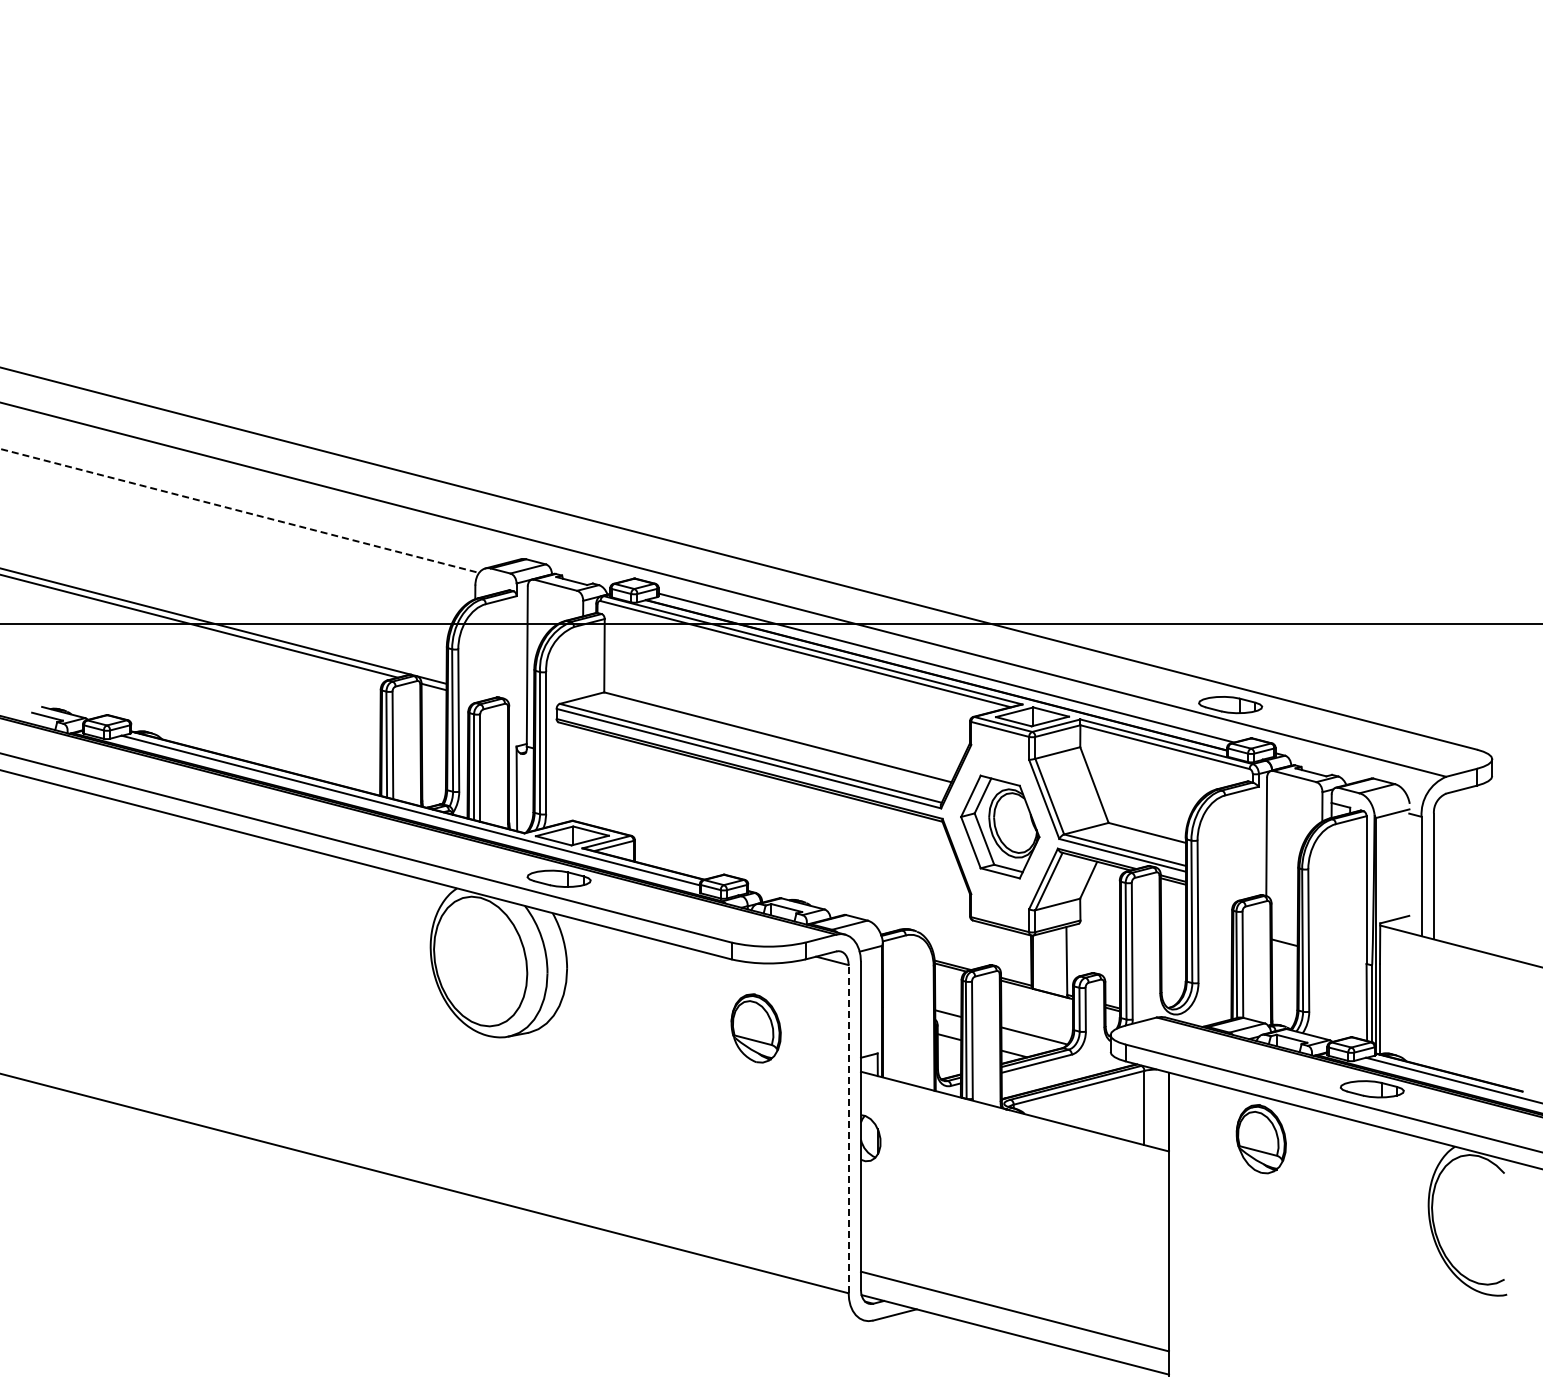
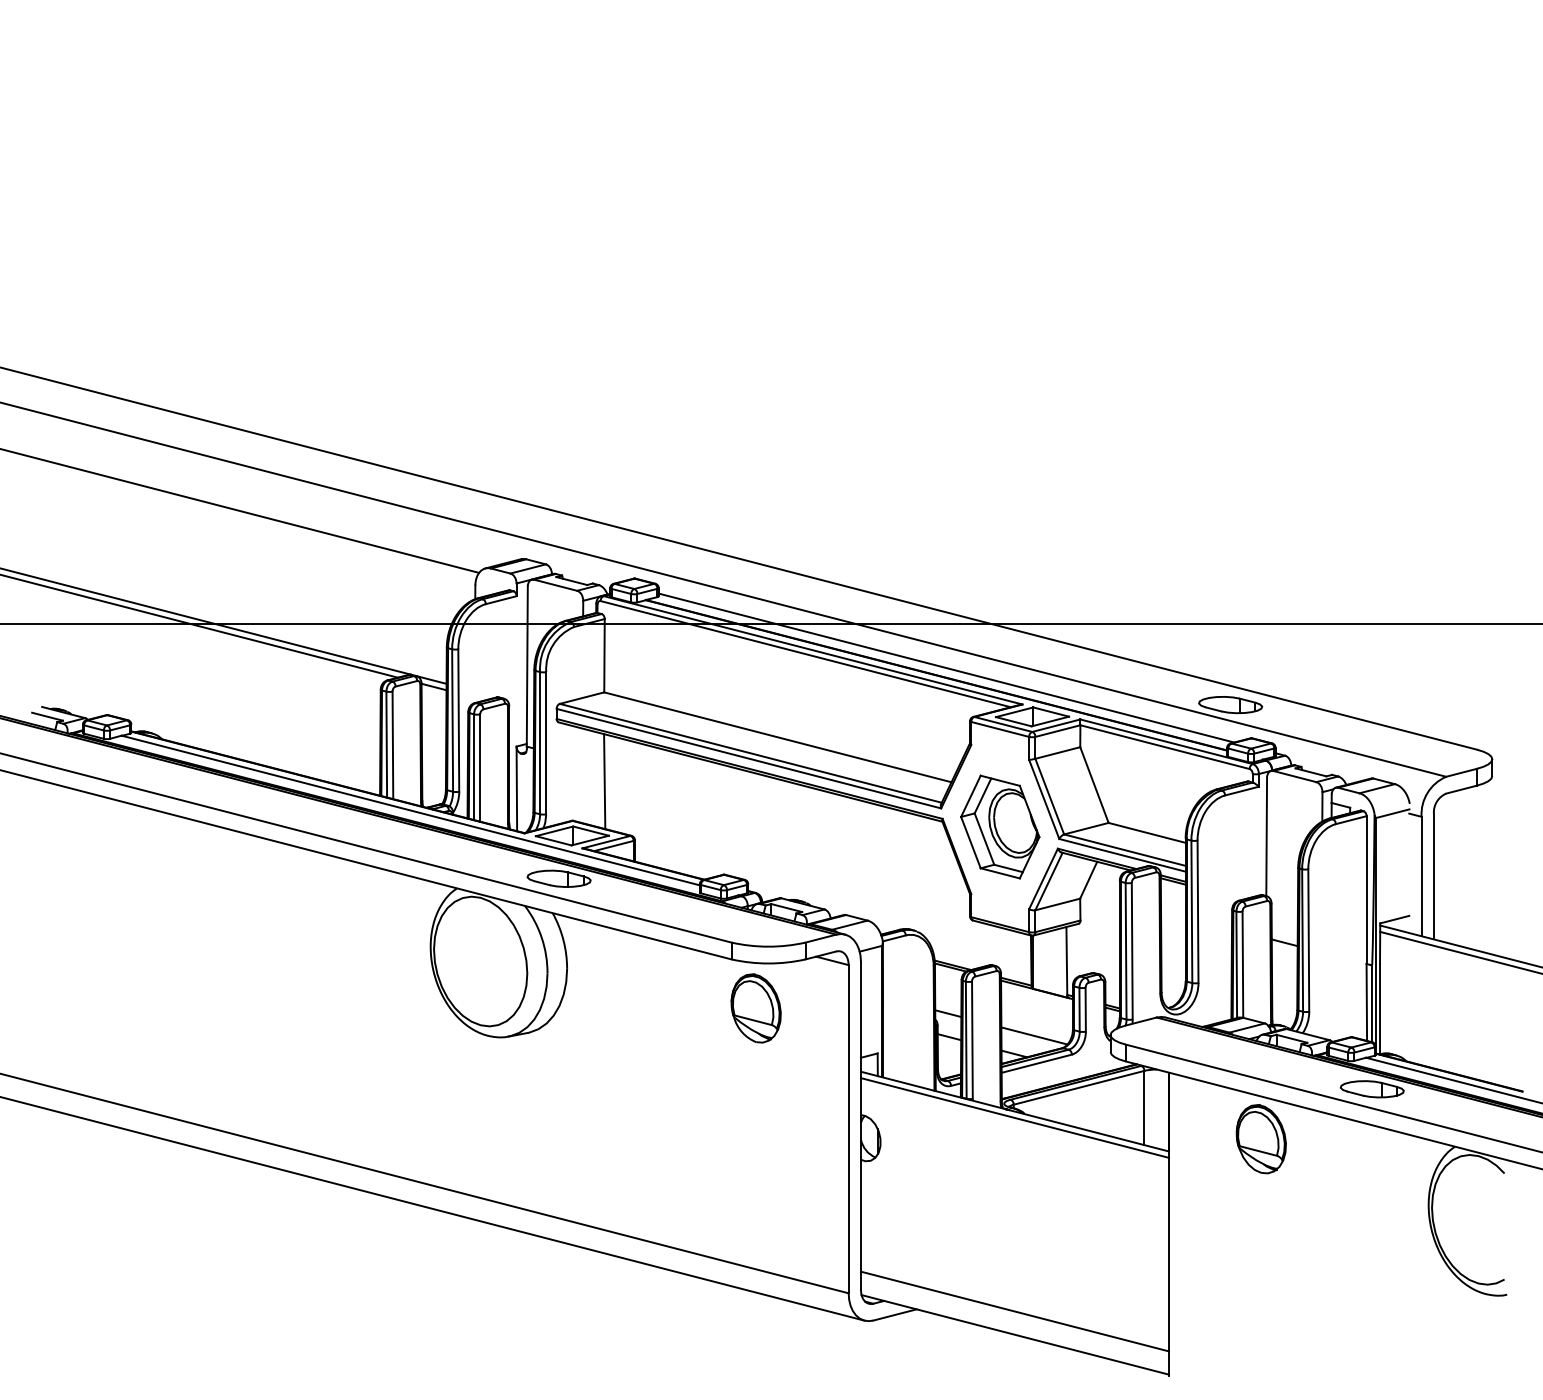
line at (240, 511): dashed -> solid
line at (604, 781): none -> present
line at (1459, 952): none -> present
part at (755, 1028) position: (755, 1028) -> (755, 1008)
line at (1014, 1117): none -> present
line at (848, 1128): dashed -> solid
line at (433, 1208): none -> present
